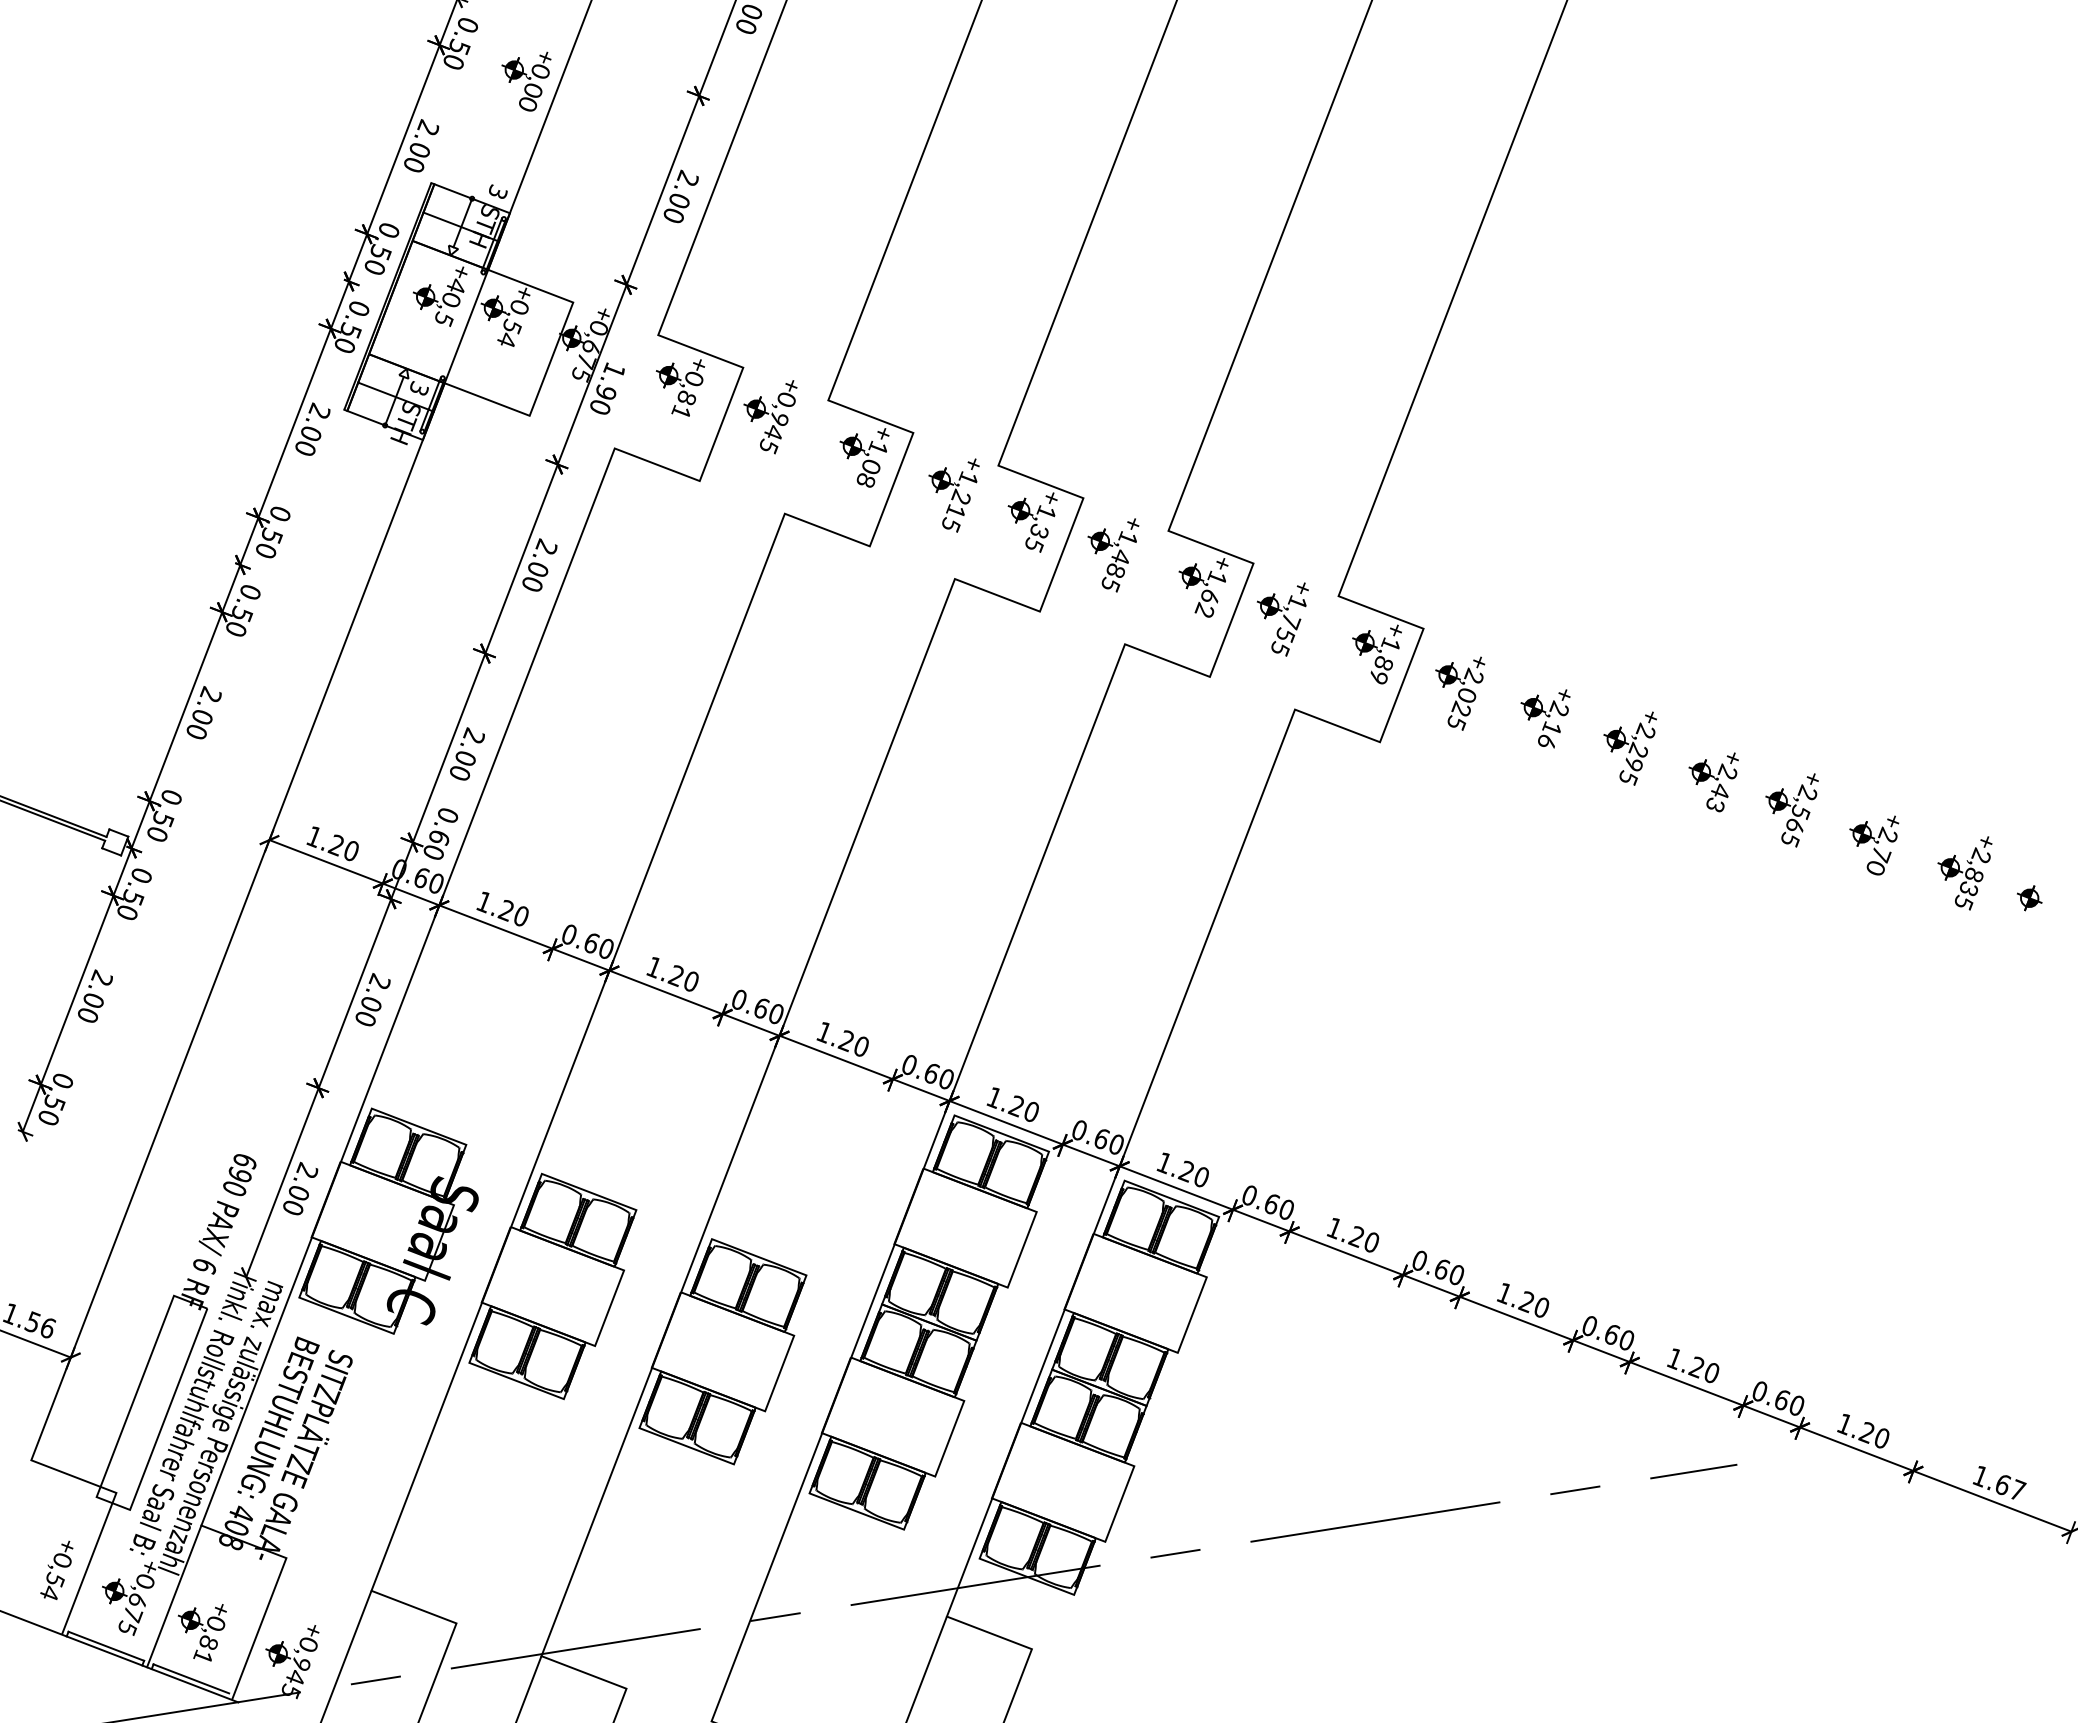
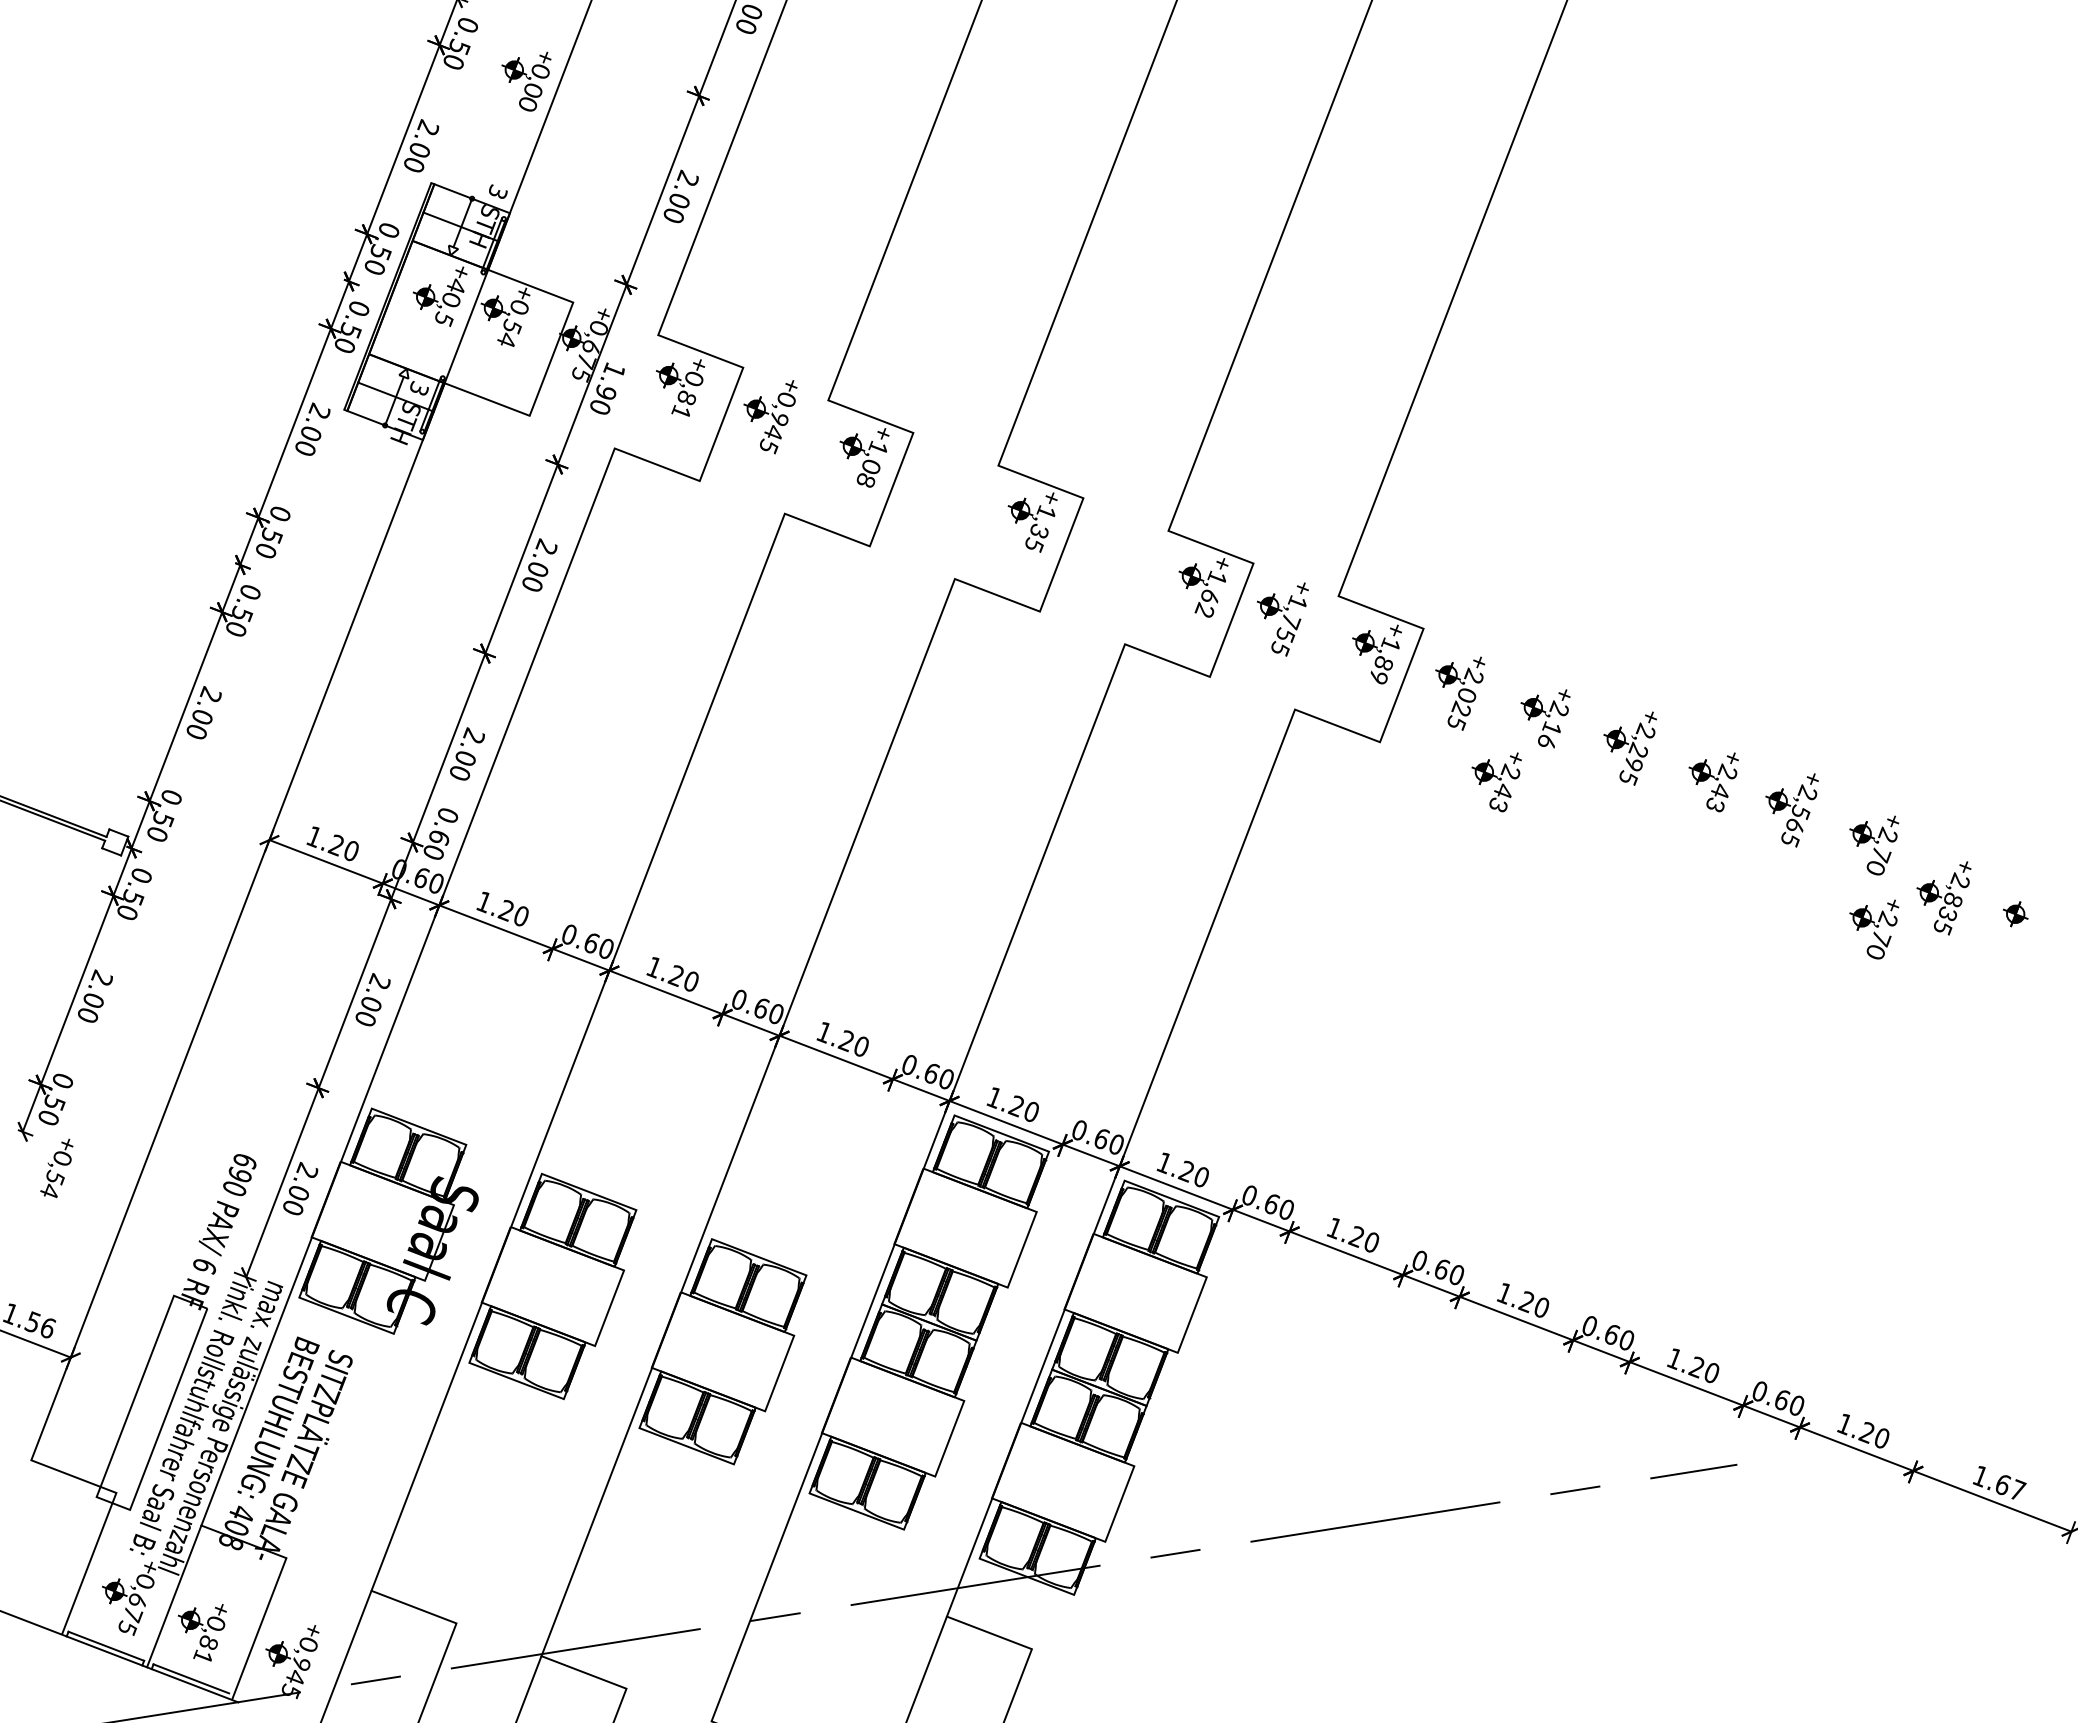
part at (953, 495): present -> none
part at (1113, 555): present -> none
part at (1496, 782): none -> present
part at (1964, 873) position: (1964, 873) -> (1943, 898)
part at (2029, 898) position: (2029, 898) -> (2015, 914)
part at (1874, 929): none -> present
text at (56, 1569) position: (56, 1569) -> (56, 1167)
